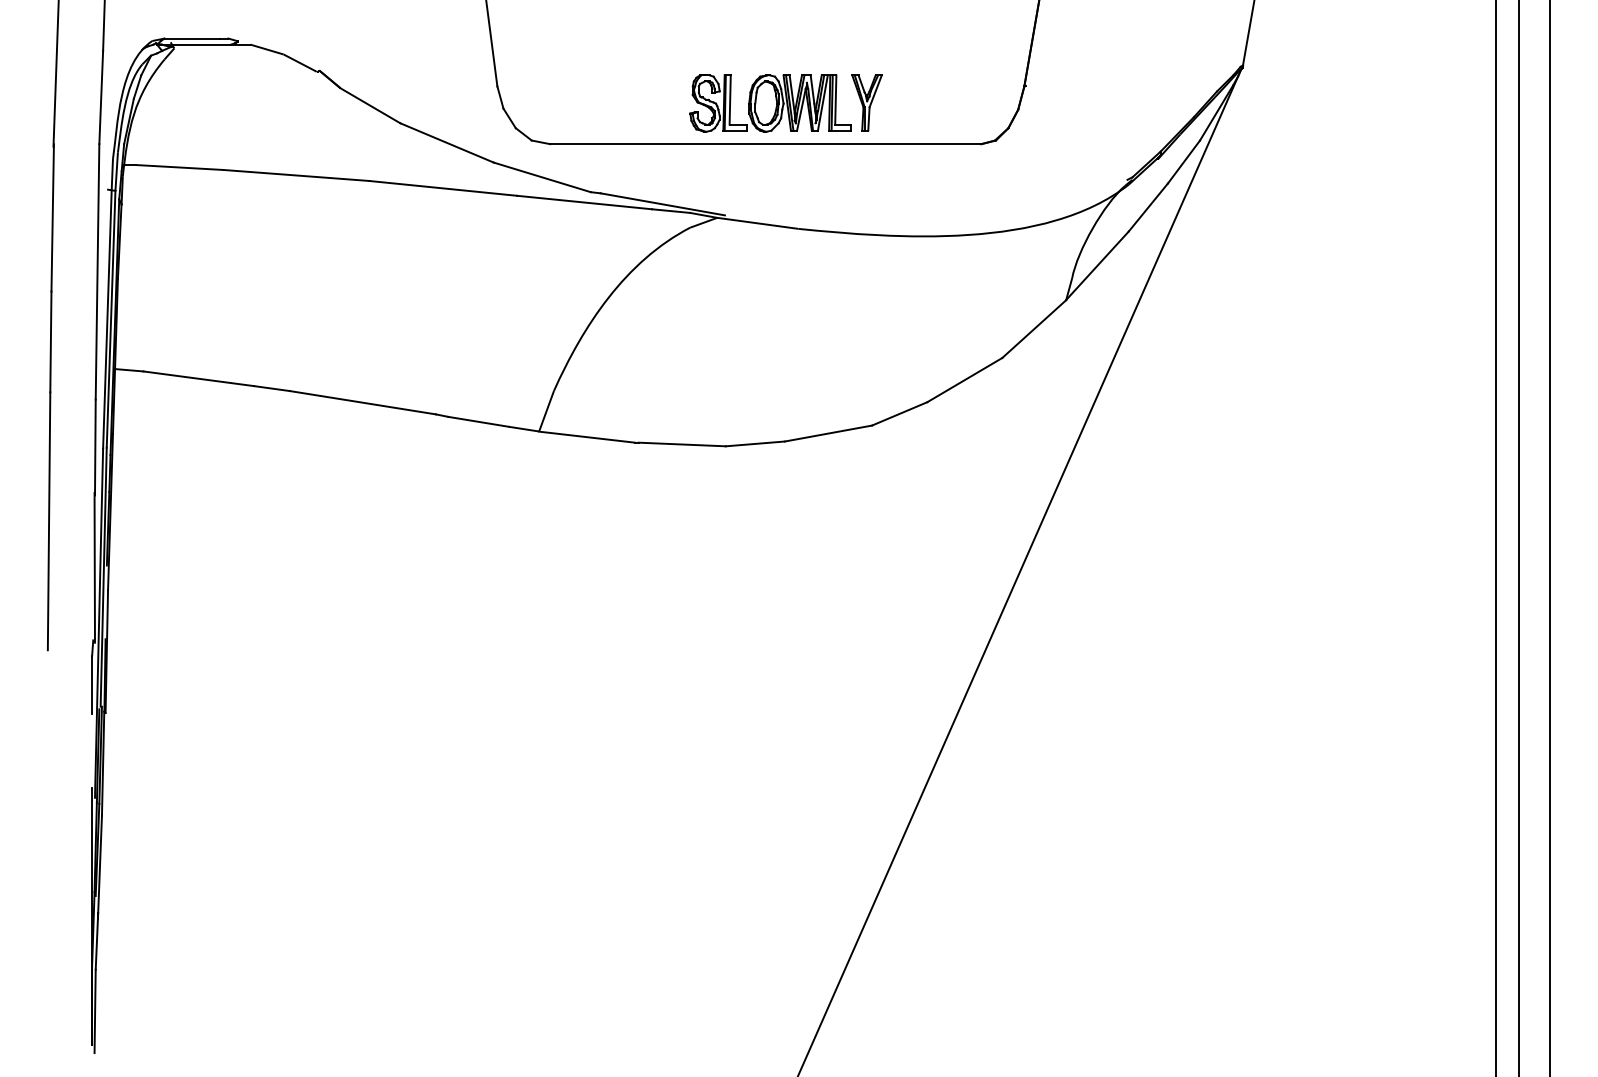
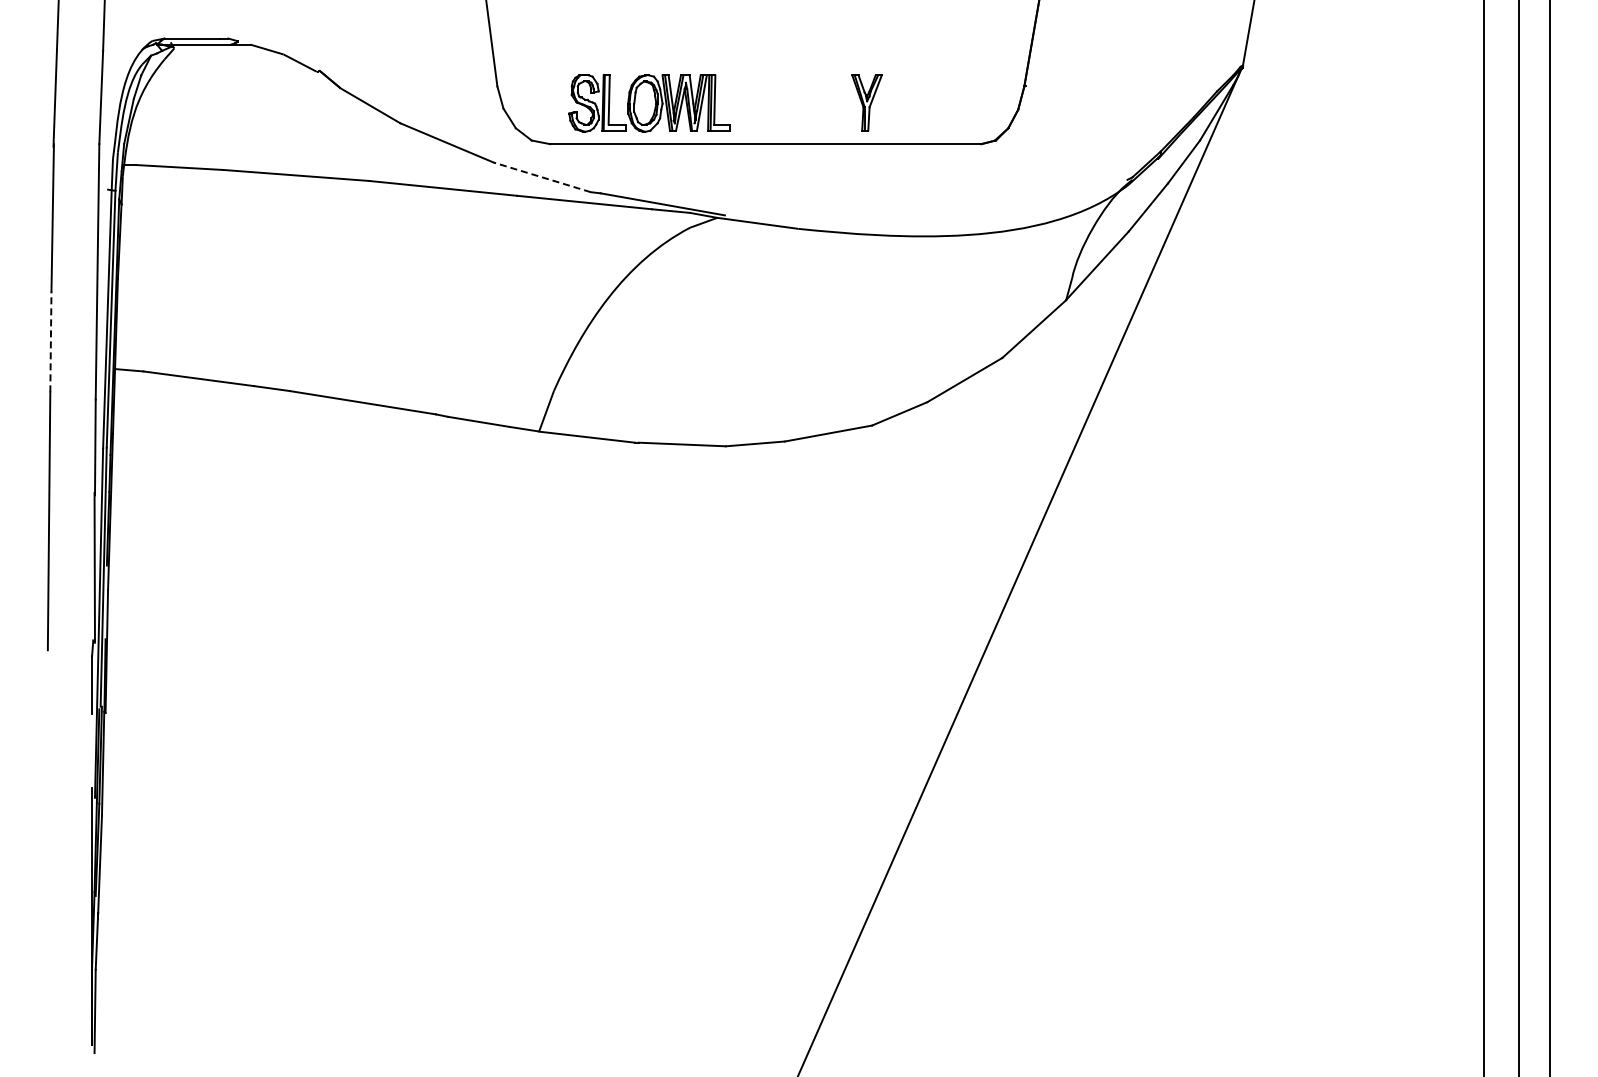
part at (770, 103) position: (770, 103) -> (649, 103)
line at (542, 177): solid -> dashed
line at (50, 341): solid -> dashed
line at (1495, 537) position: (1495, 537) -> (1483, 537)
